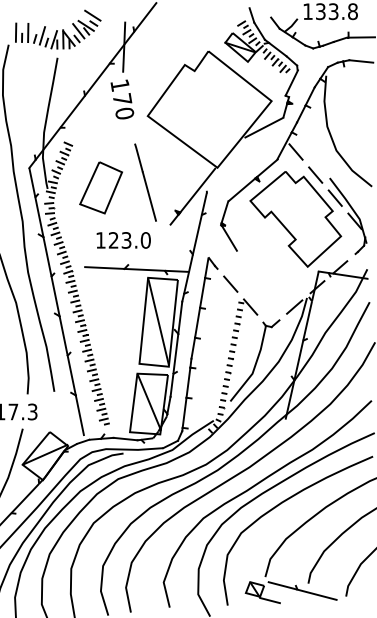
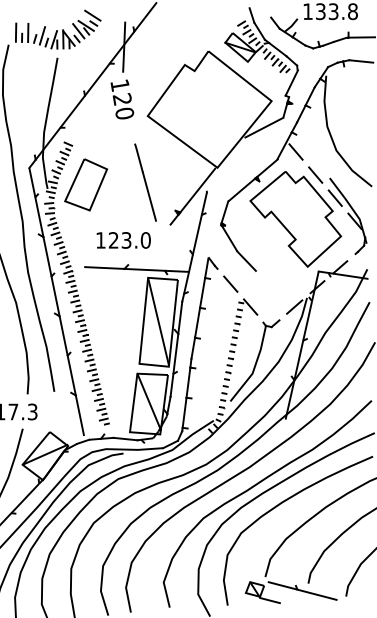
text at (122, 99): 170 -> 120
part at (100, 187) position: (100, 187) -> (85, 184)
line at (246, 260): none -> present
